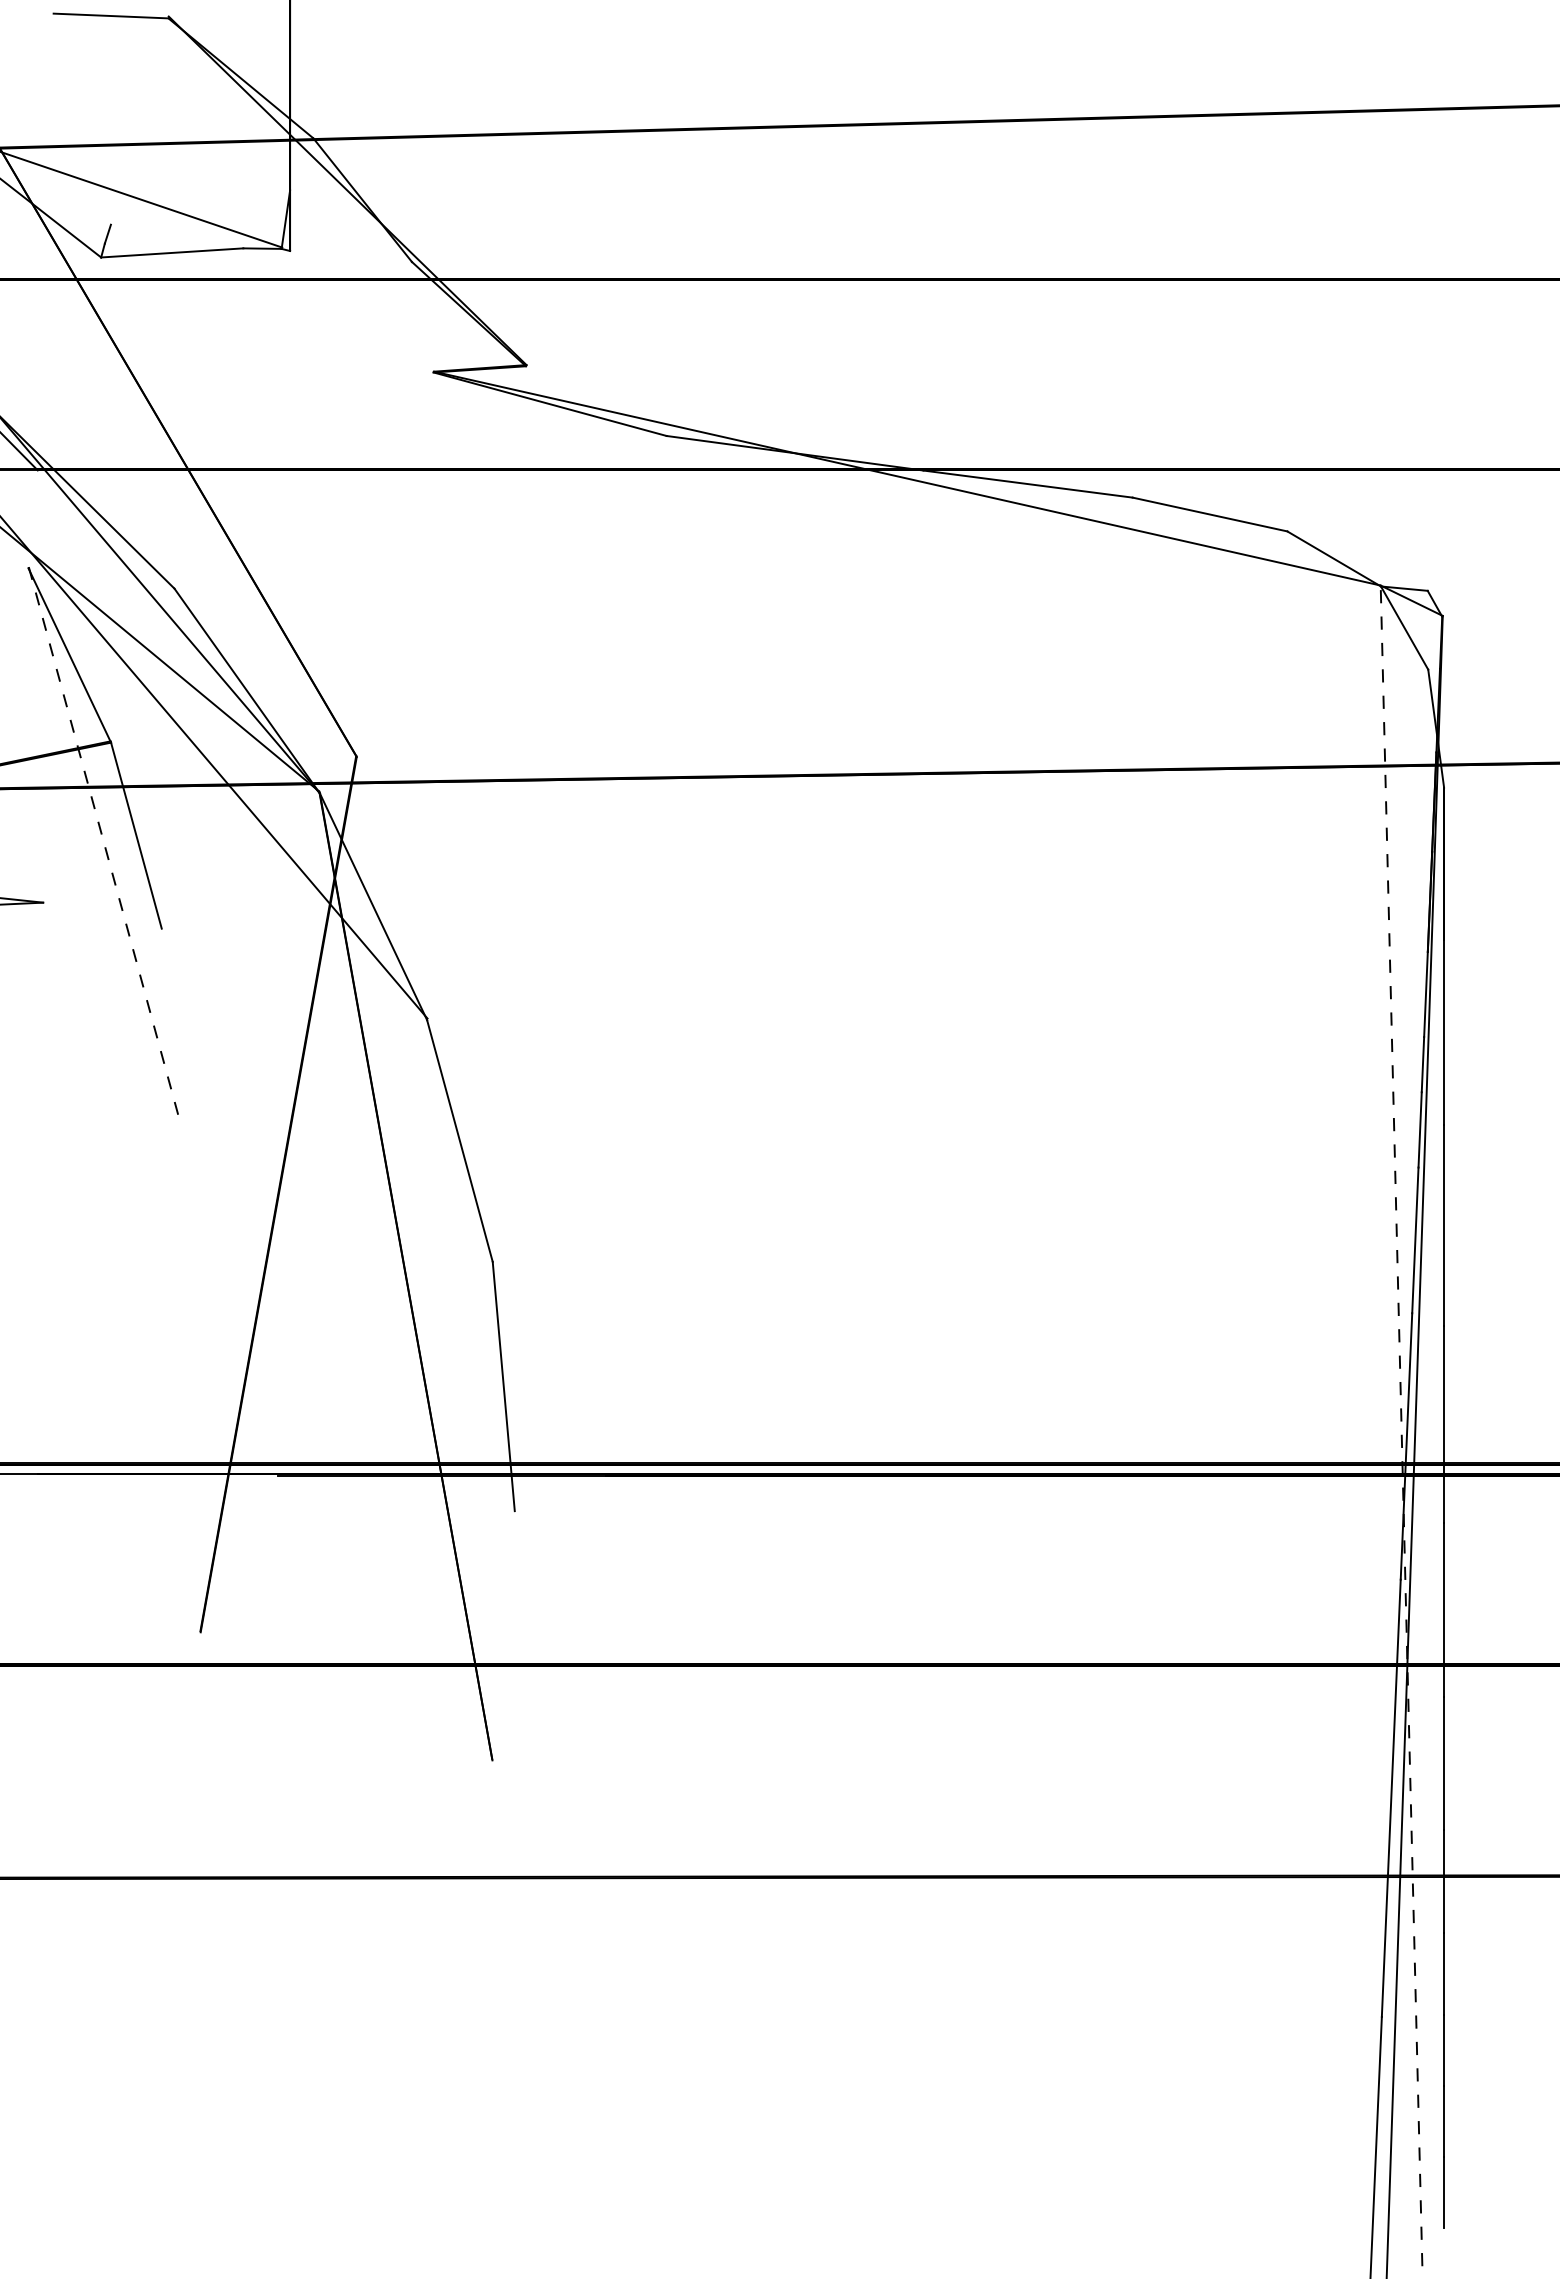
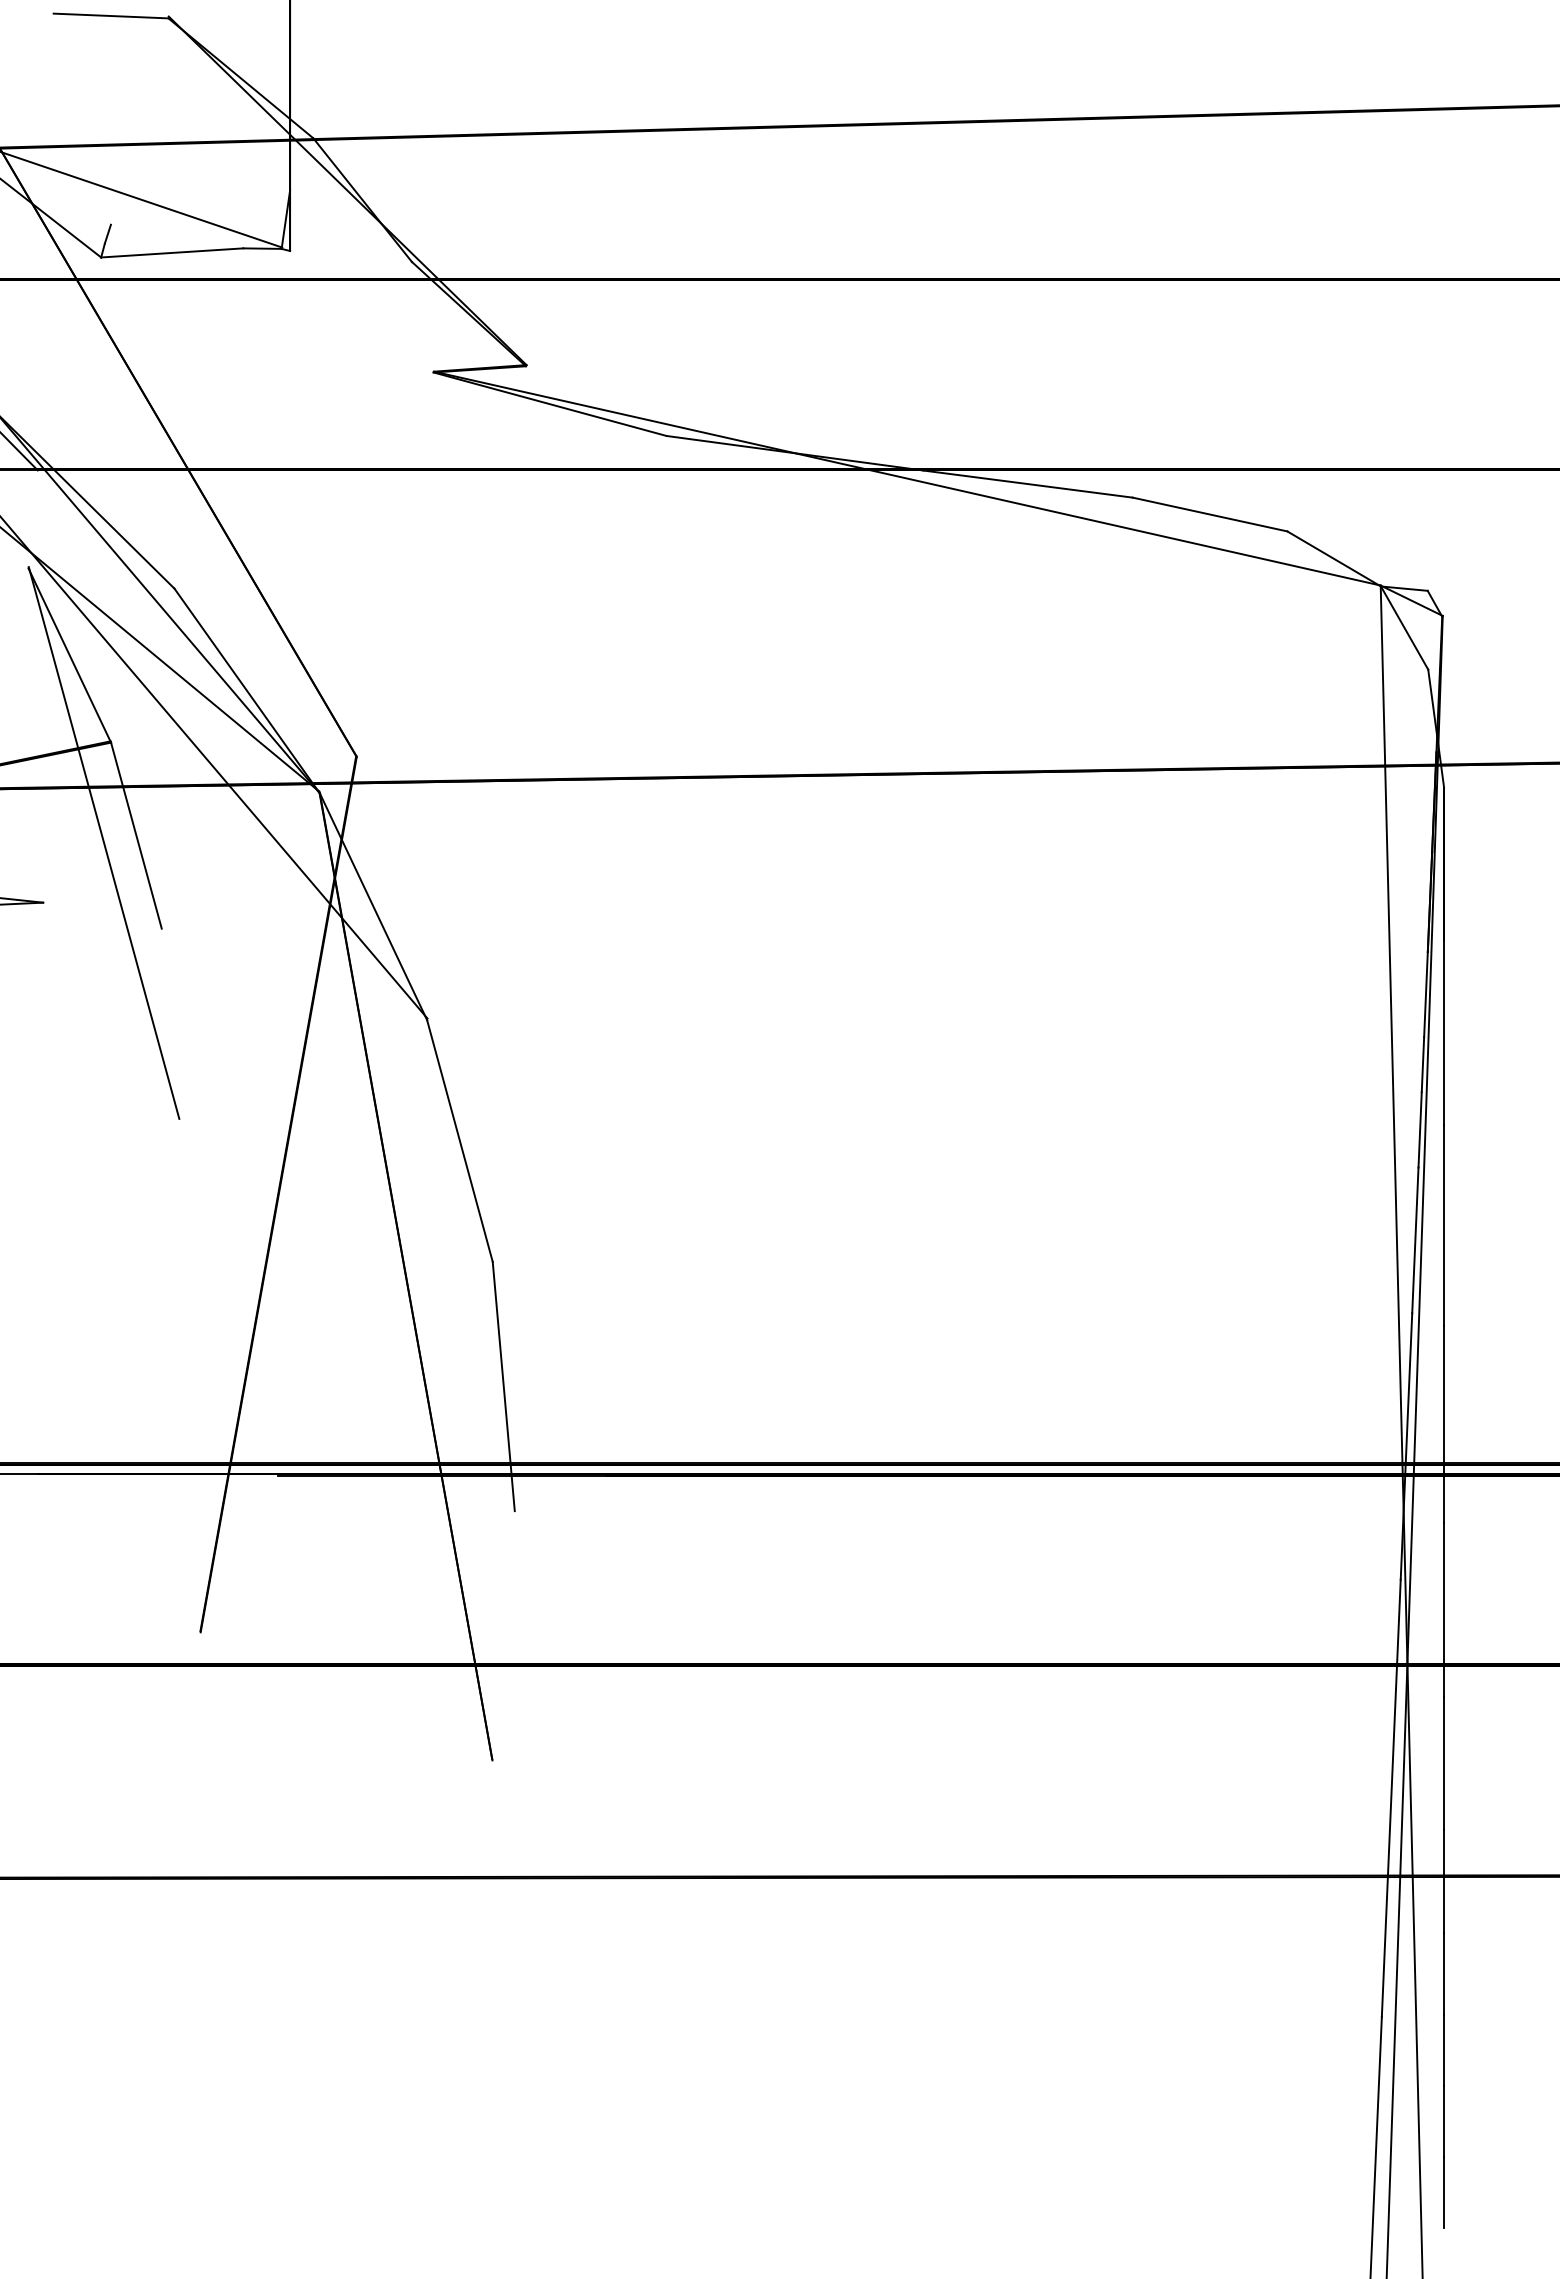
line at (104, 842): dashed -> solid
line at (1401, 1432): dashed -> solid
